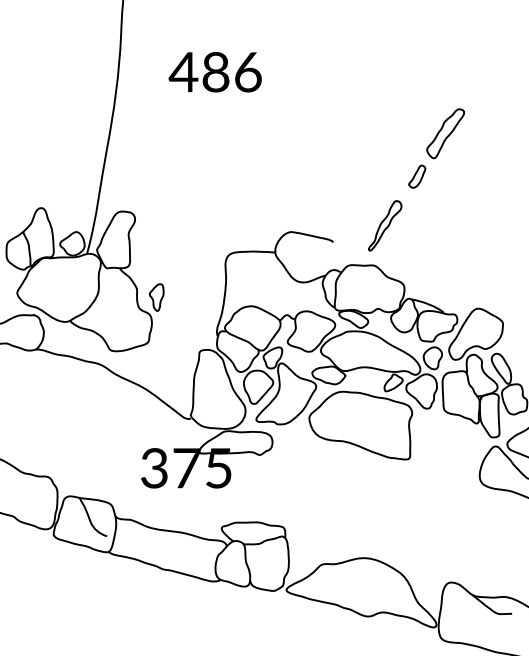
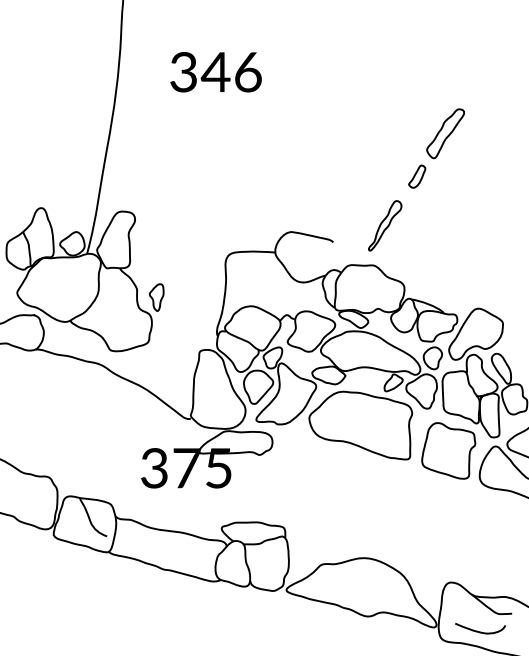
text at (199, 72): 486 -> 346
part at (448, 450): none -> present
curve at (480, 631): none -> present
